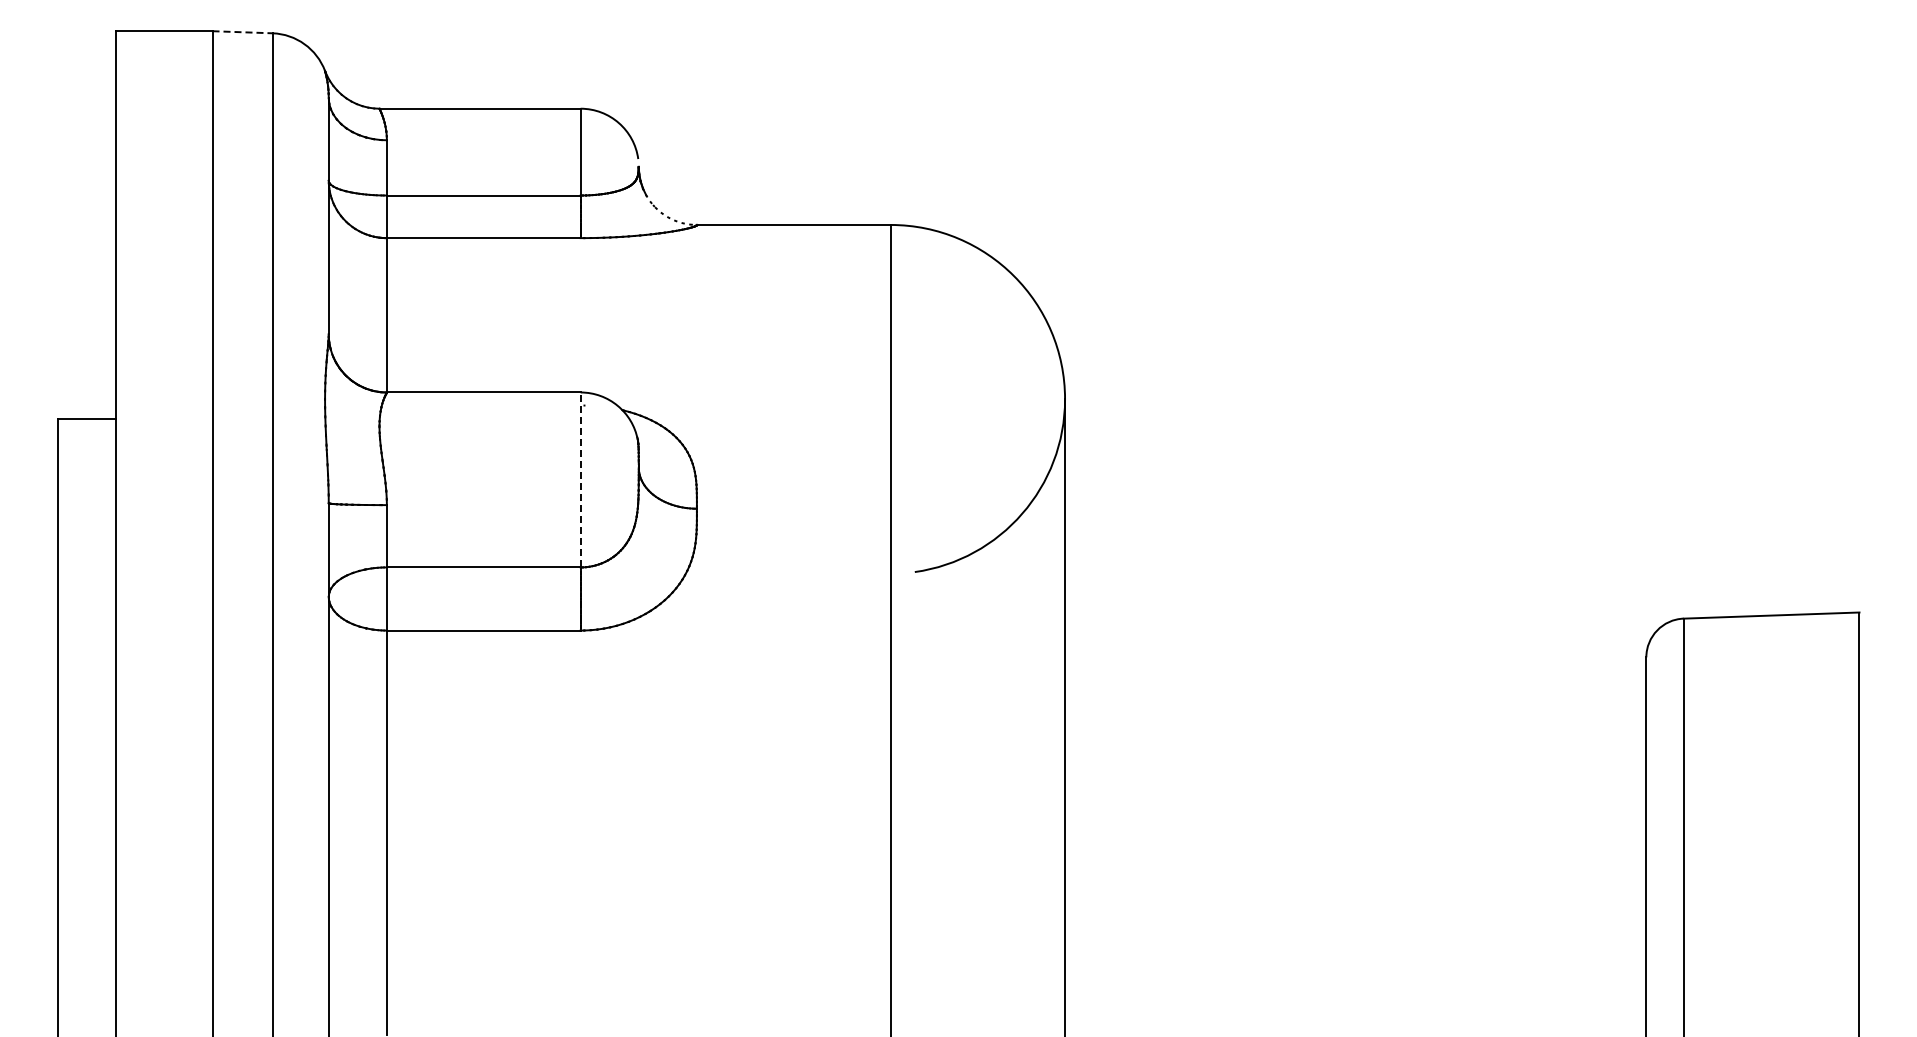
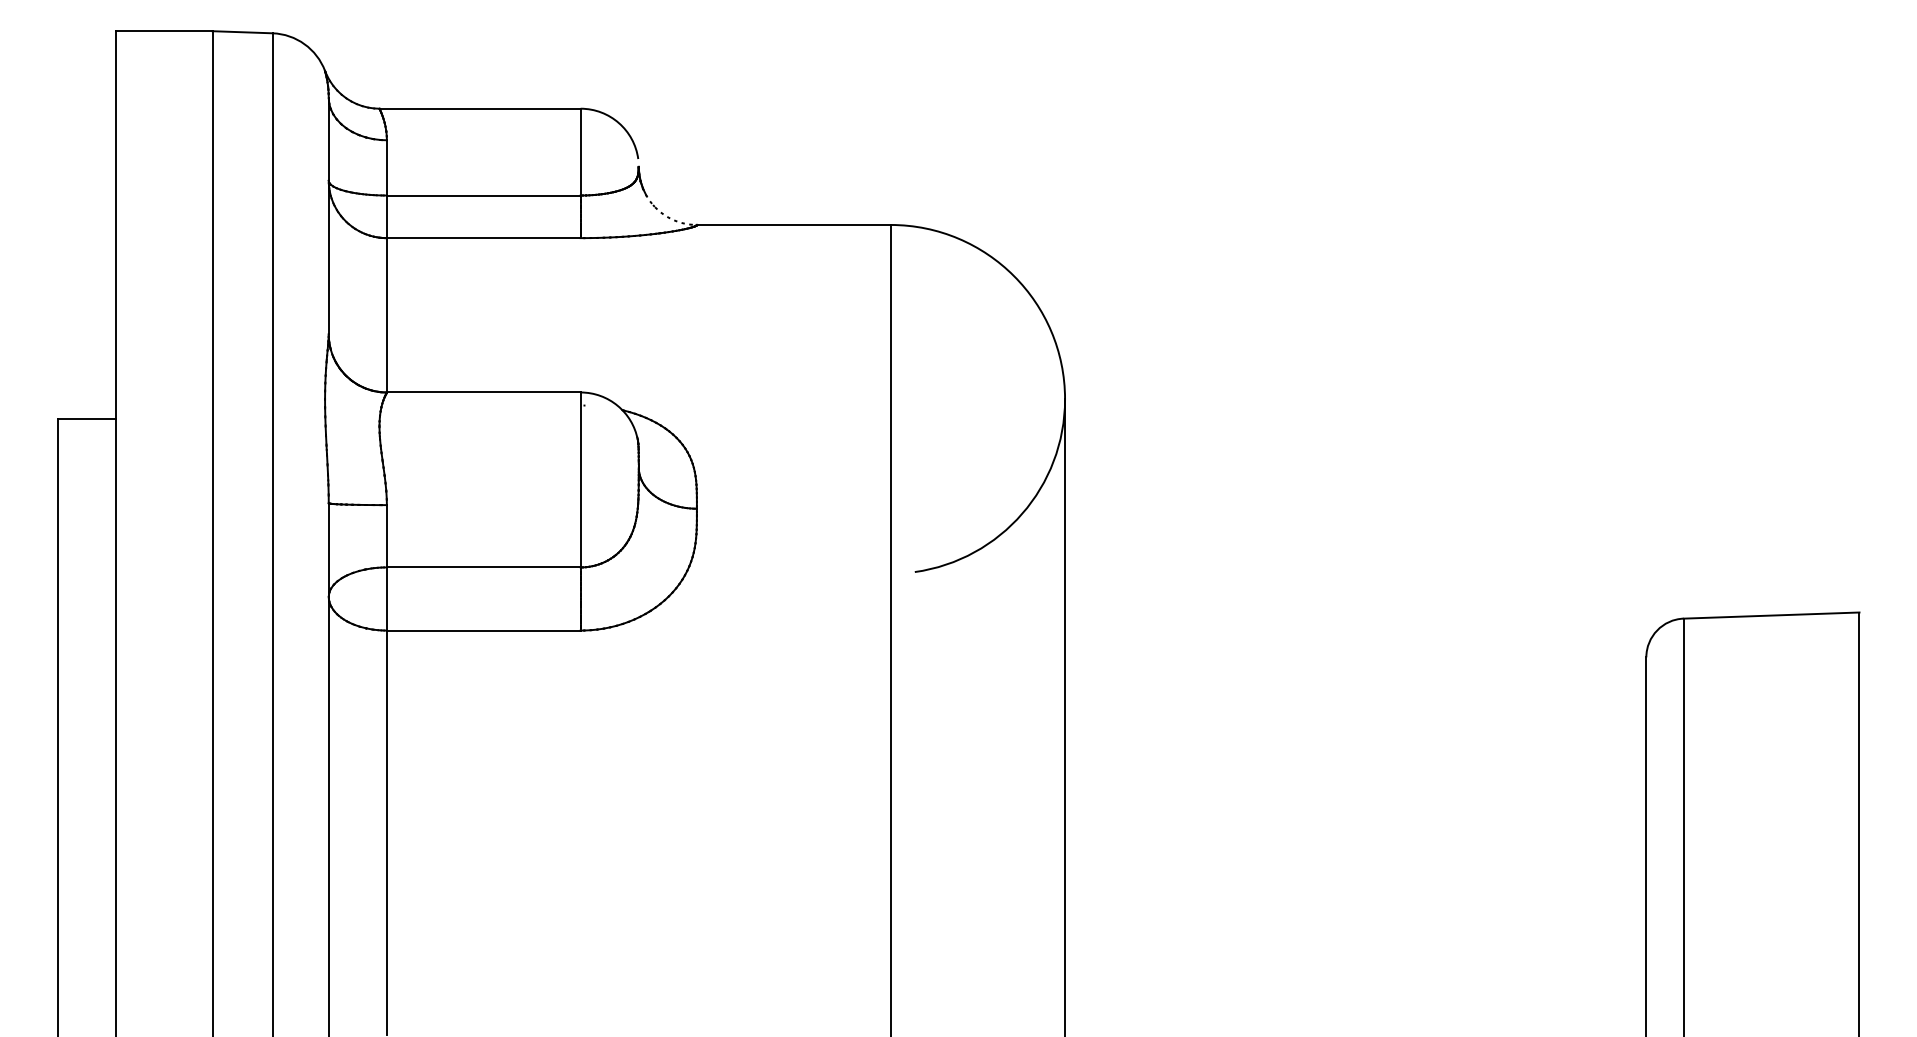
line at (243, 32): dashed -> solid
line at (580, 479): dashed -> solid
